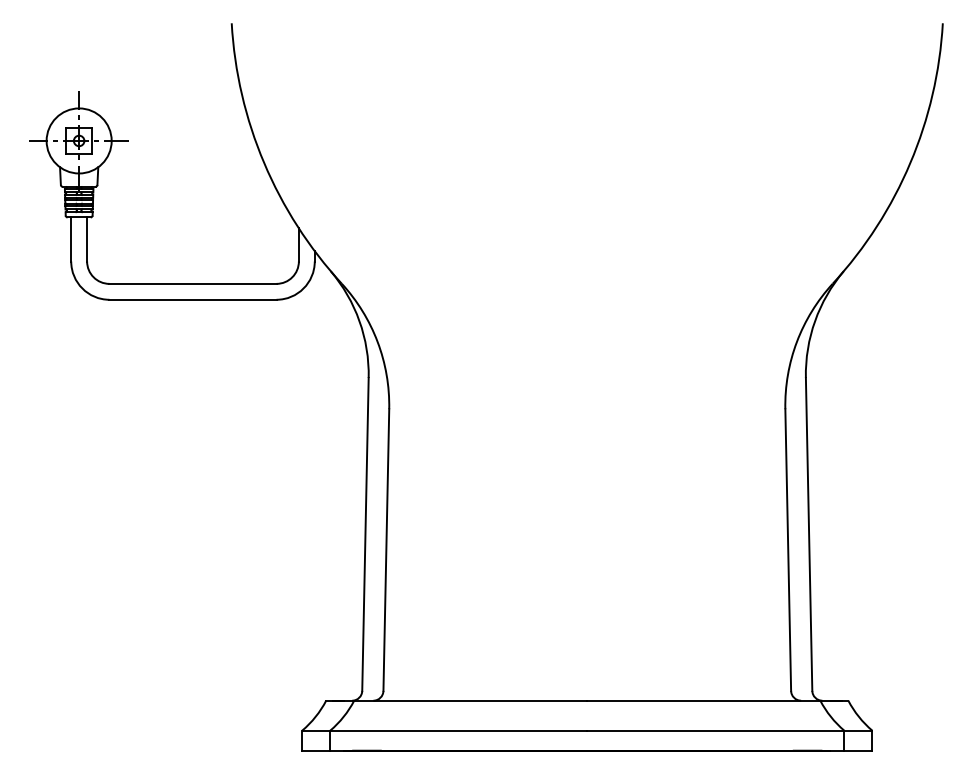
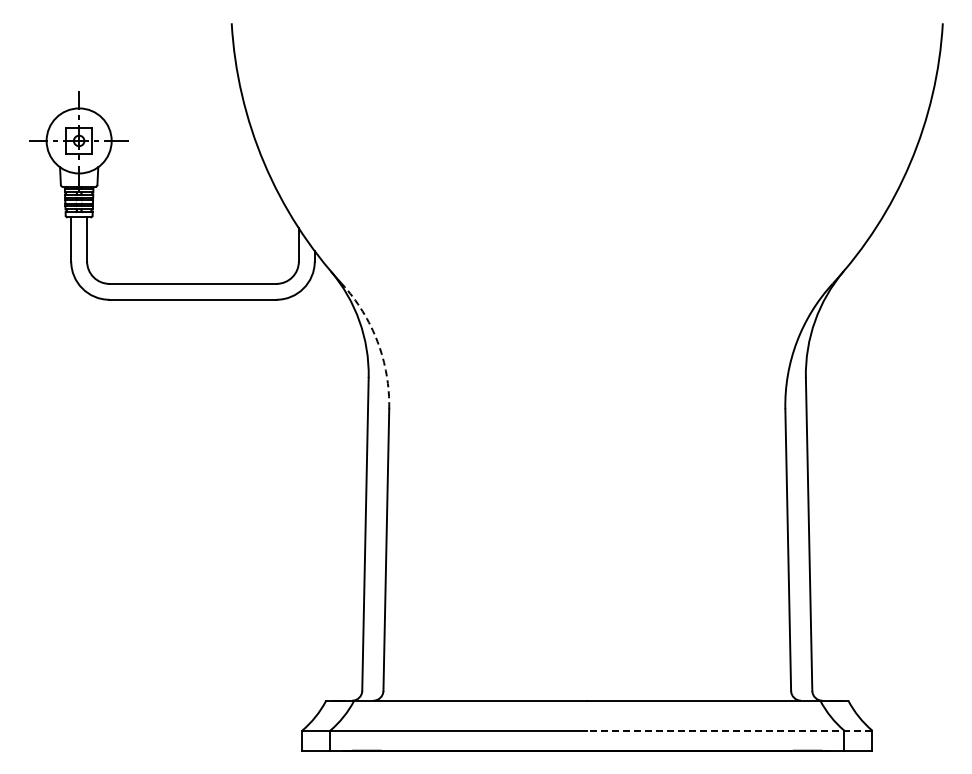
arc at (377, 341): solid -> dashed
line at (729, 730): solid -> dashed
